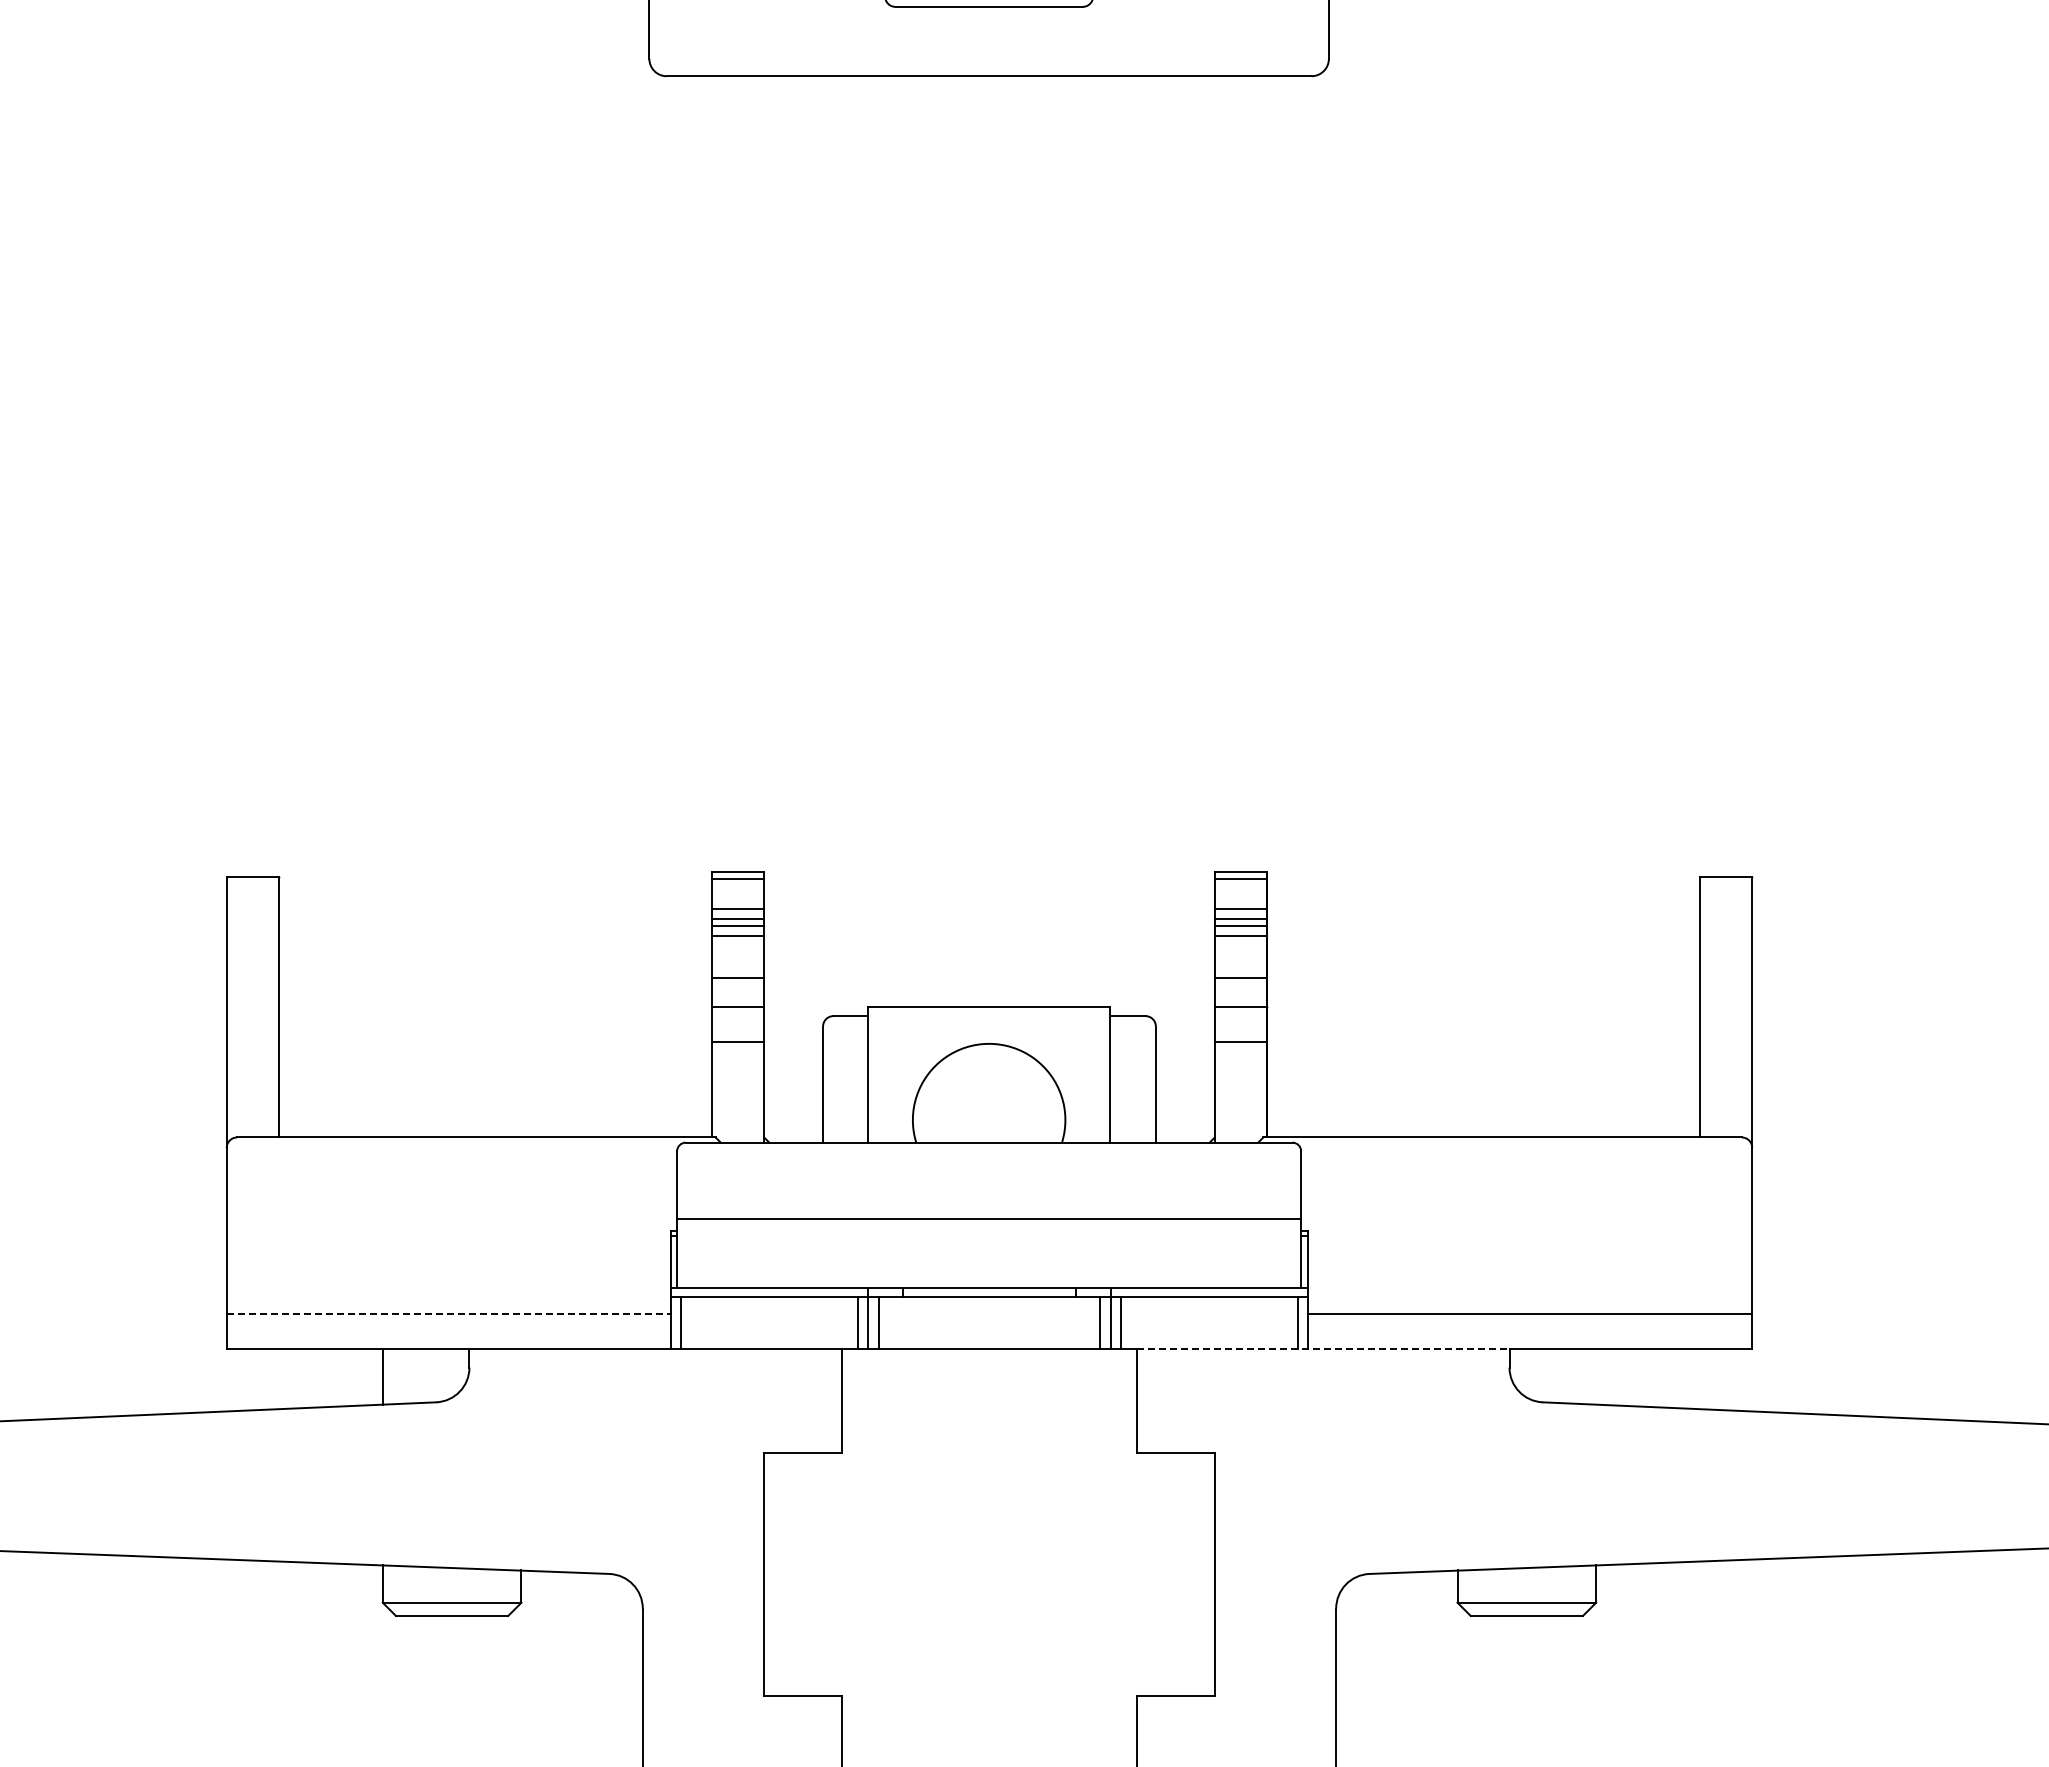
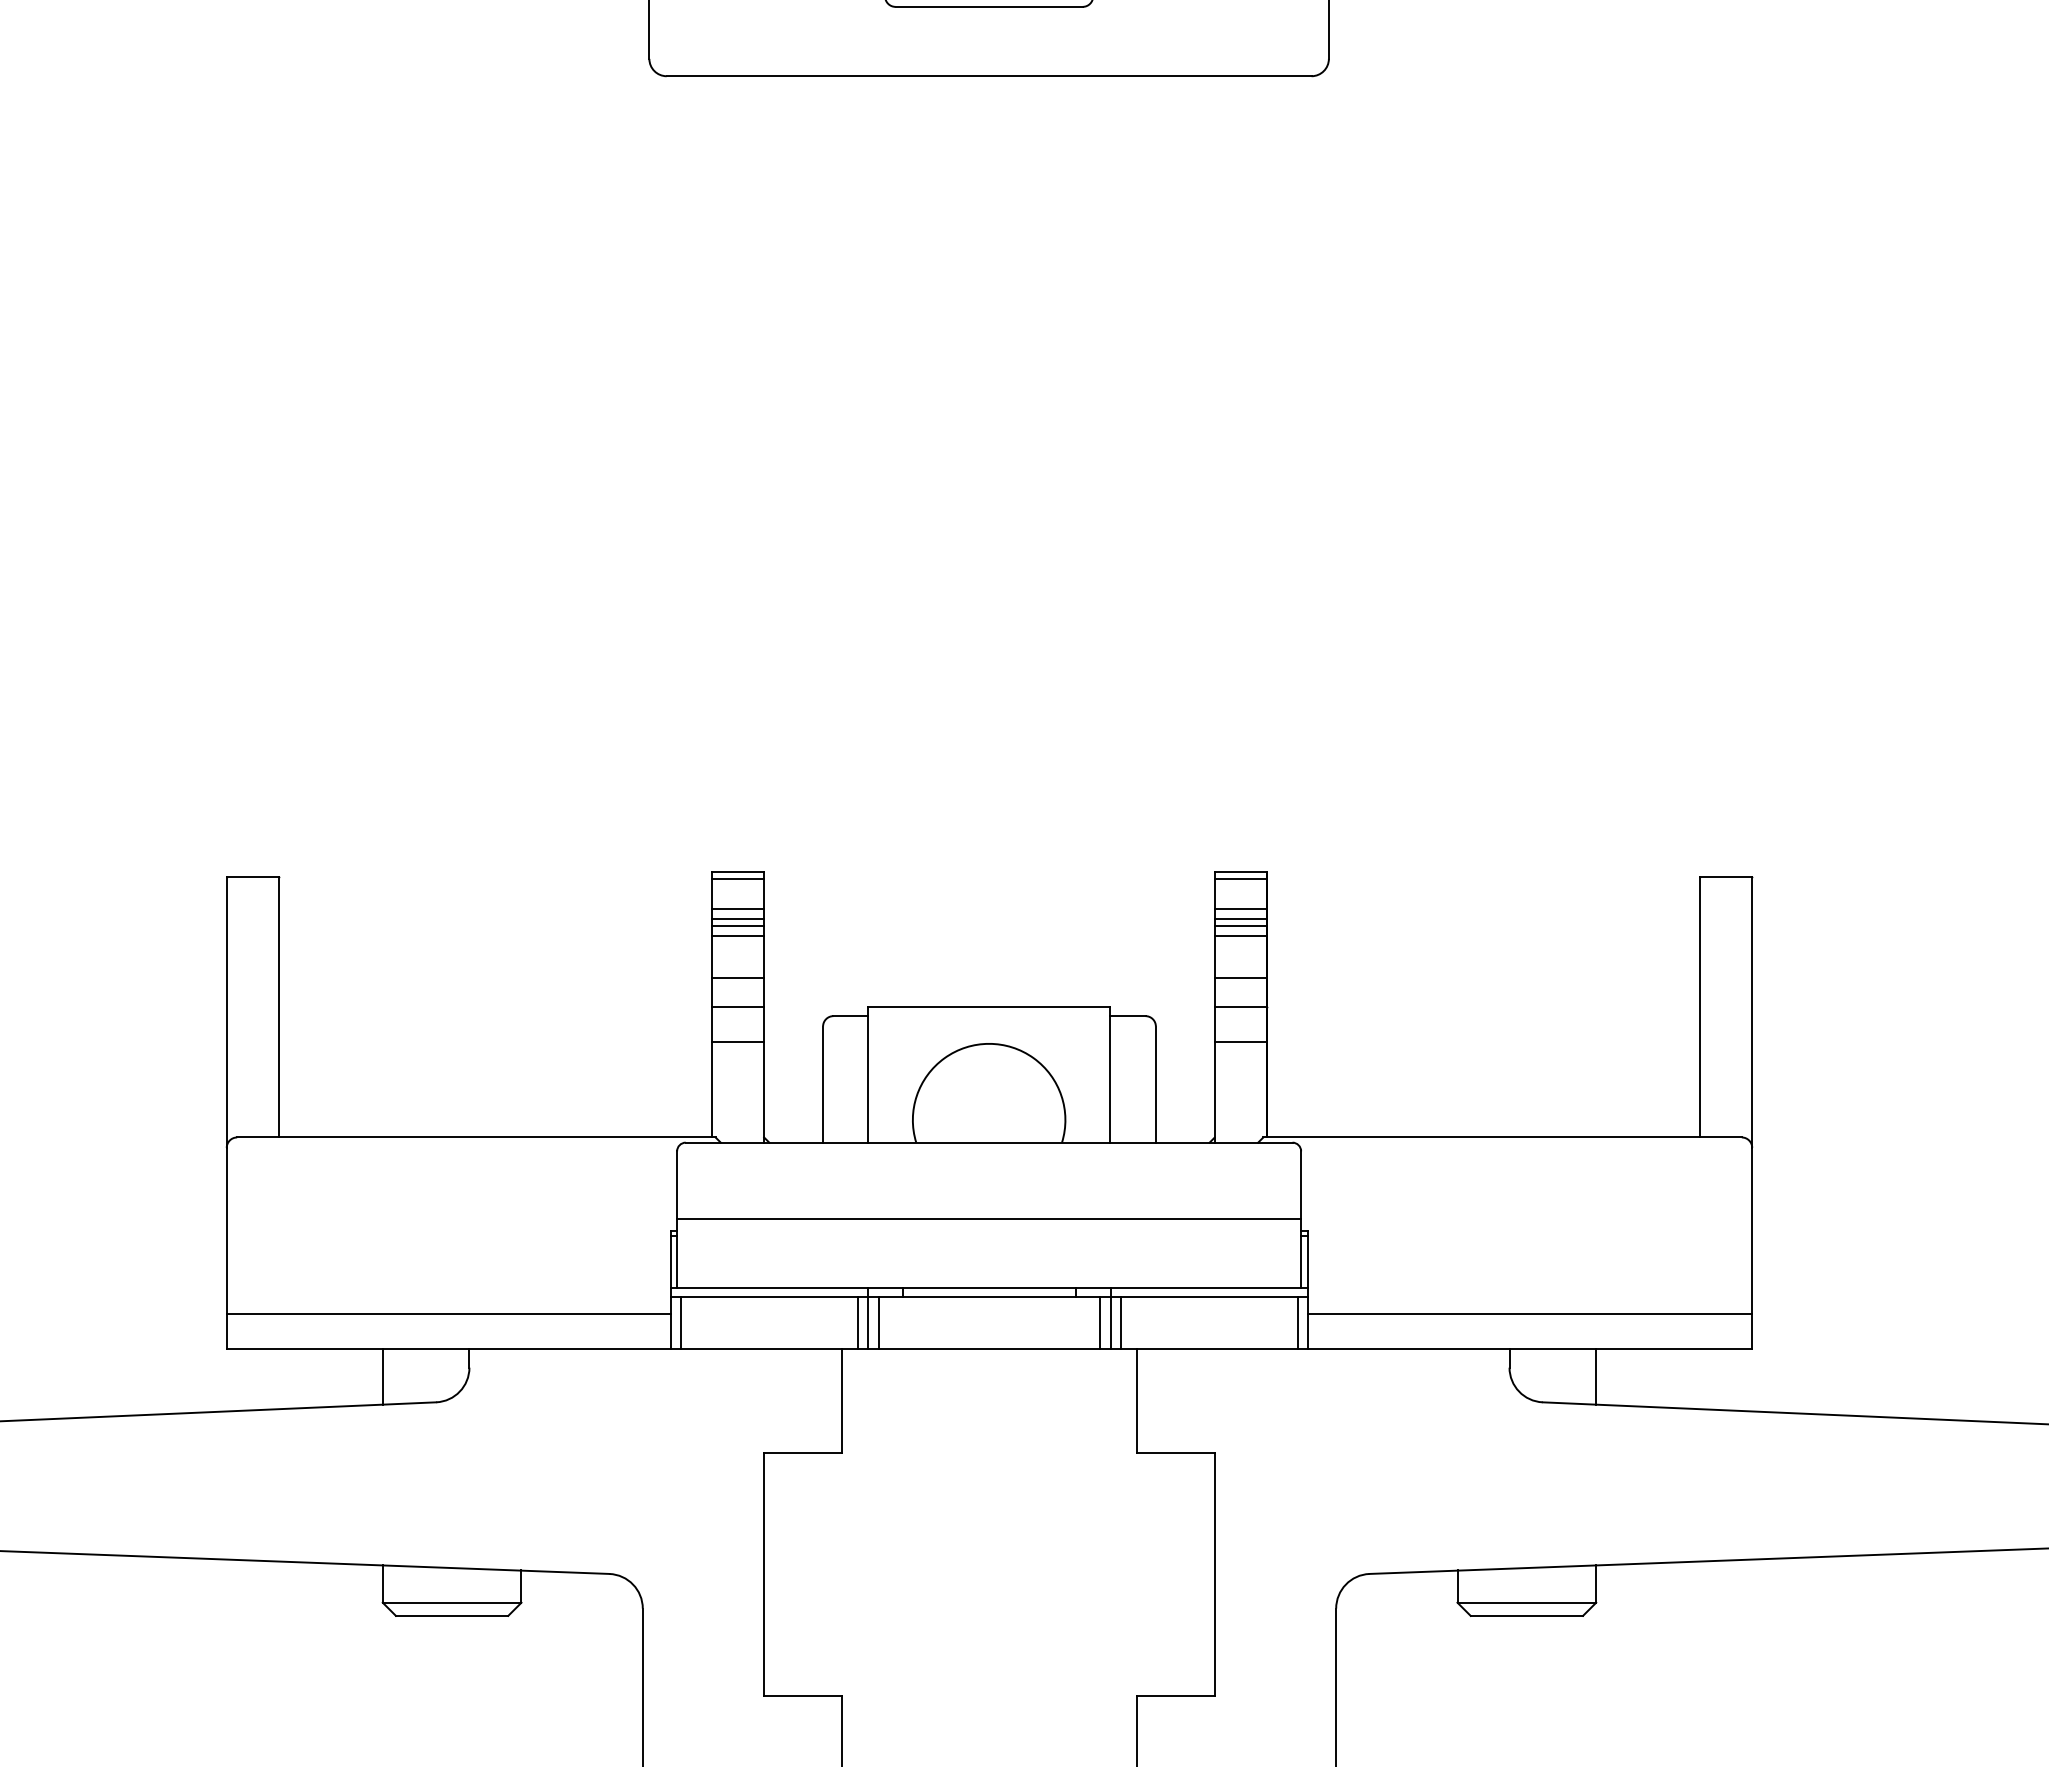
line at (448, 1314): dashed -> solid
line at (1323, 1348): dashed -> solid
line at (1596, 1376): none -> present
